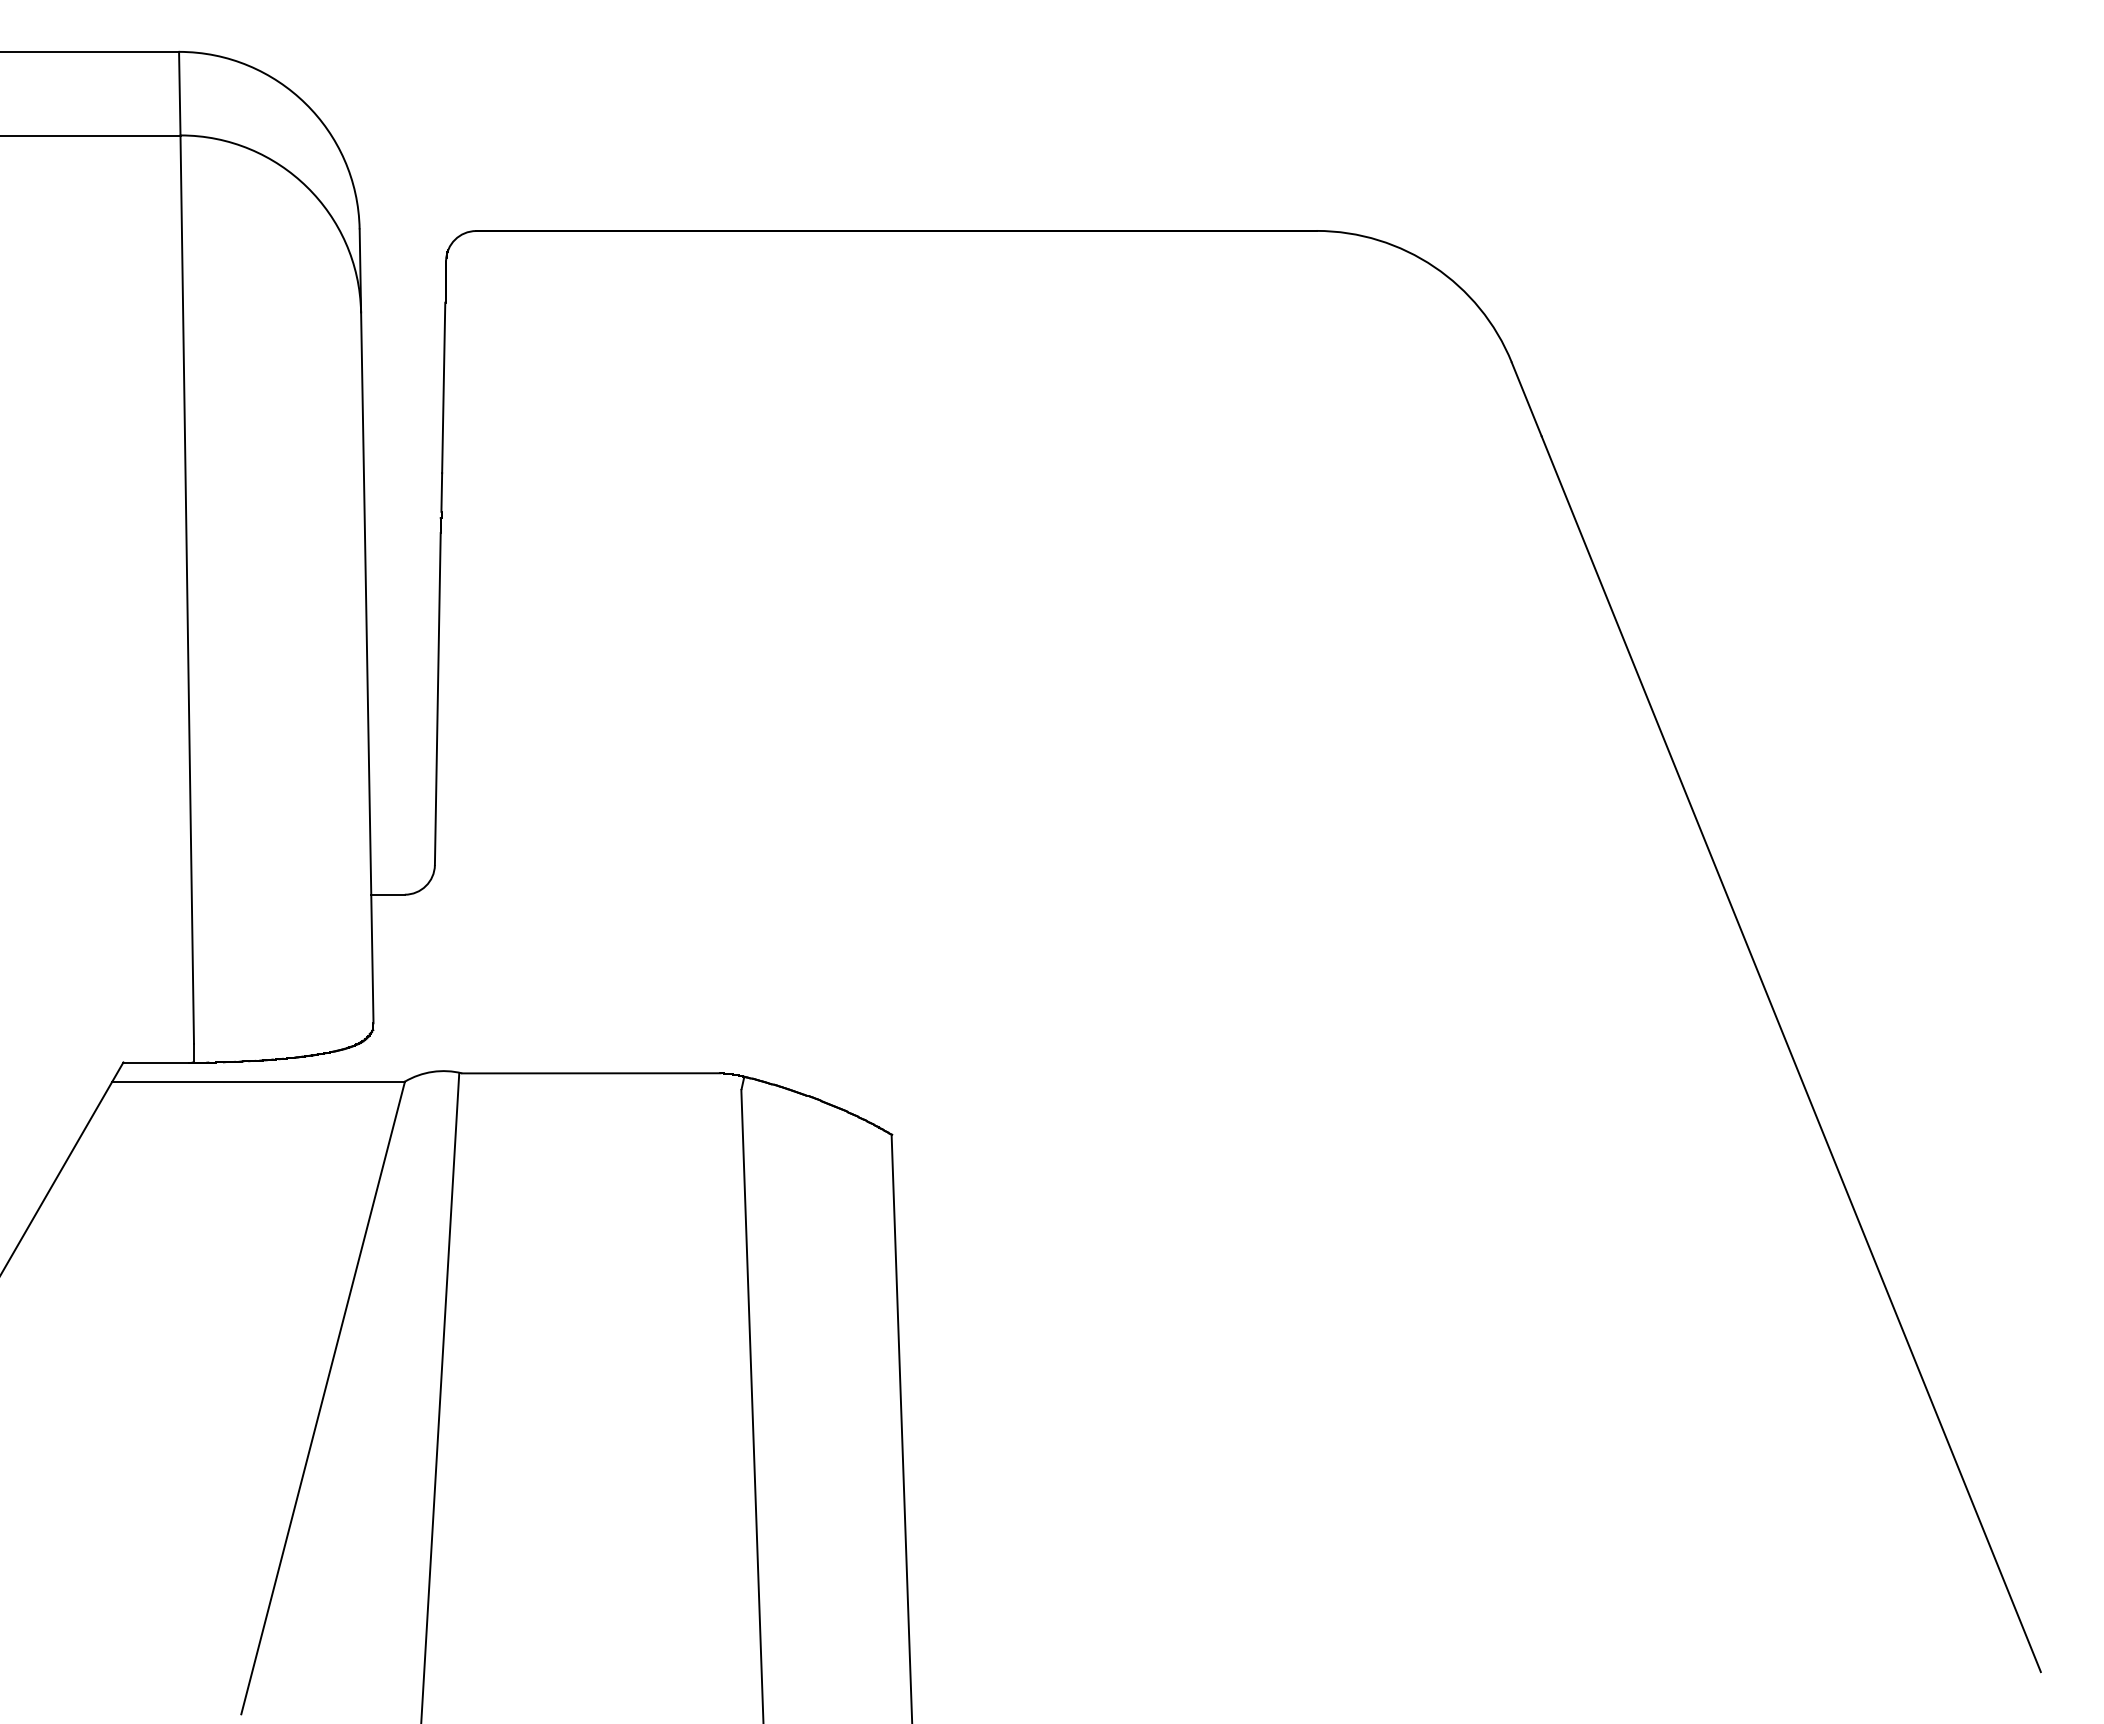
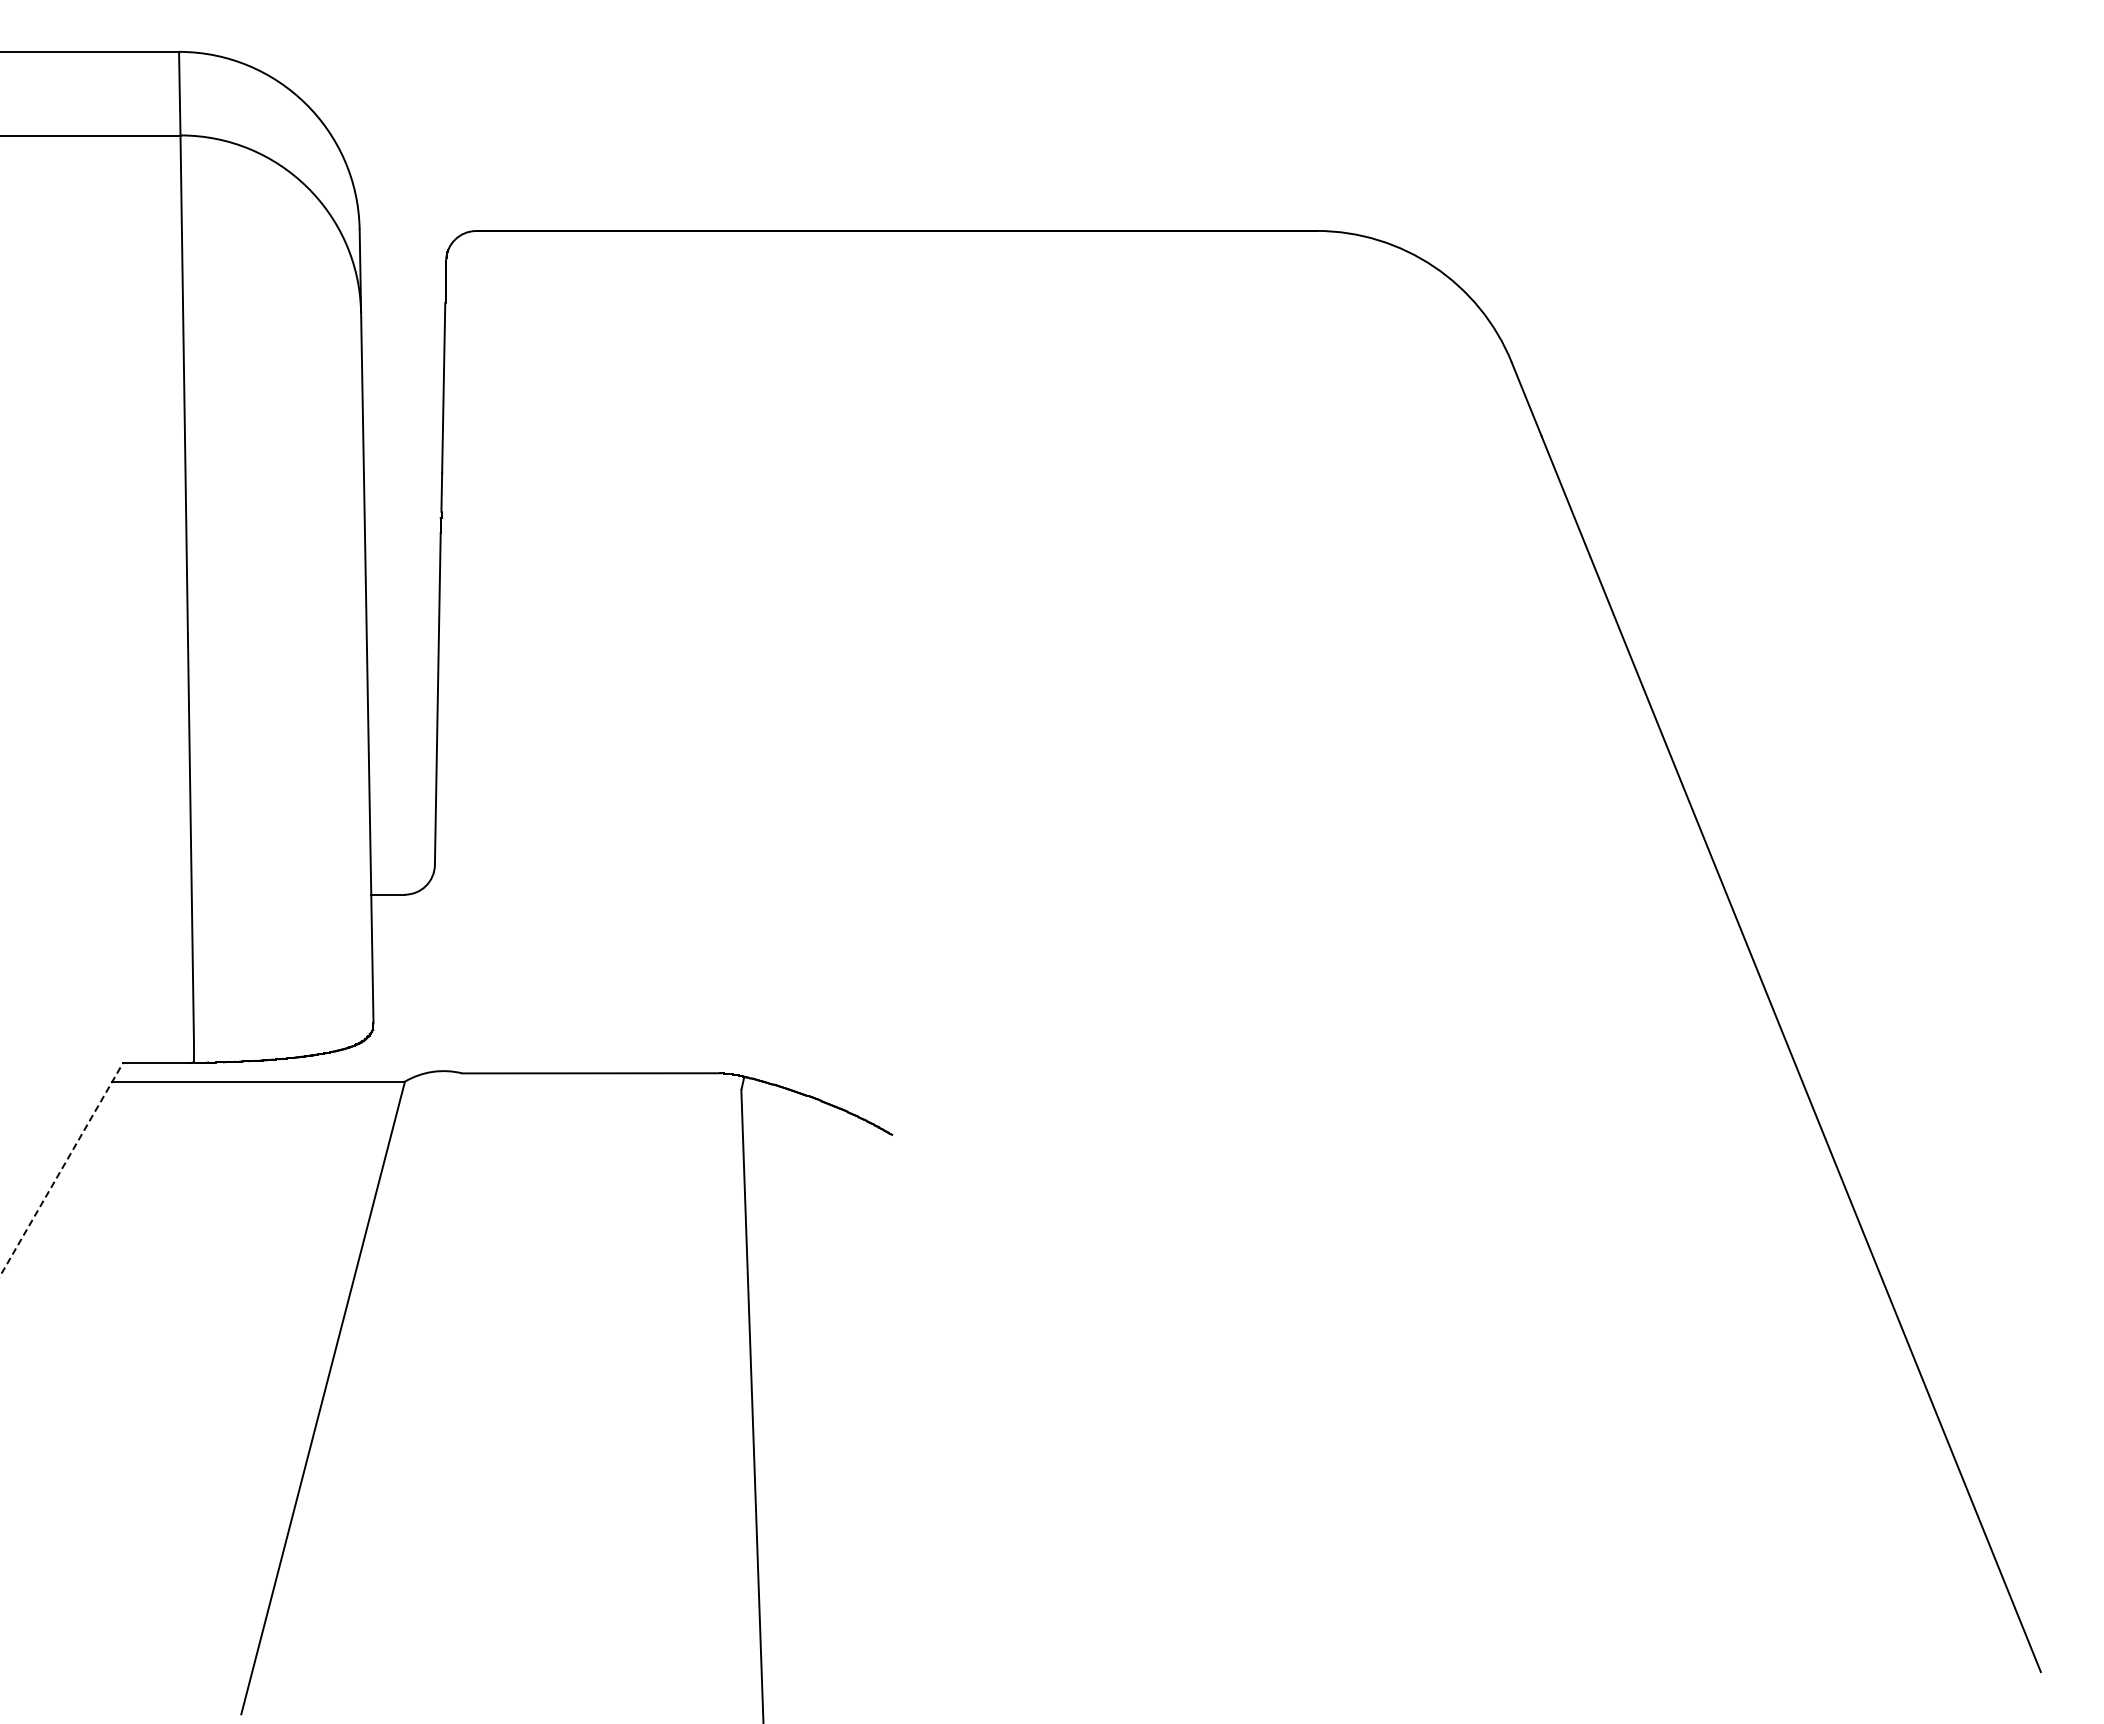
line at (61, 1168): solid -> dashed
line at (440, 1396): present -> none
line at (901, 1427): present -> none
